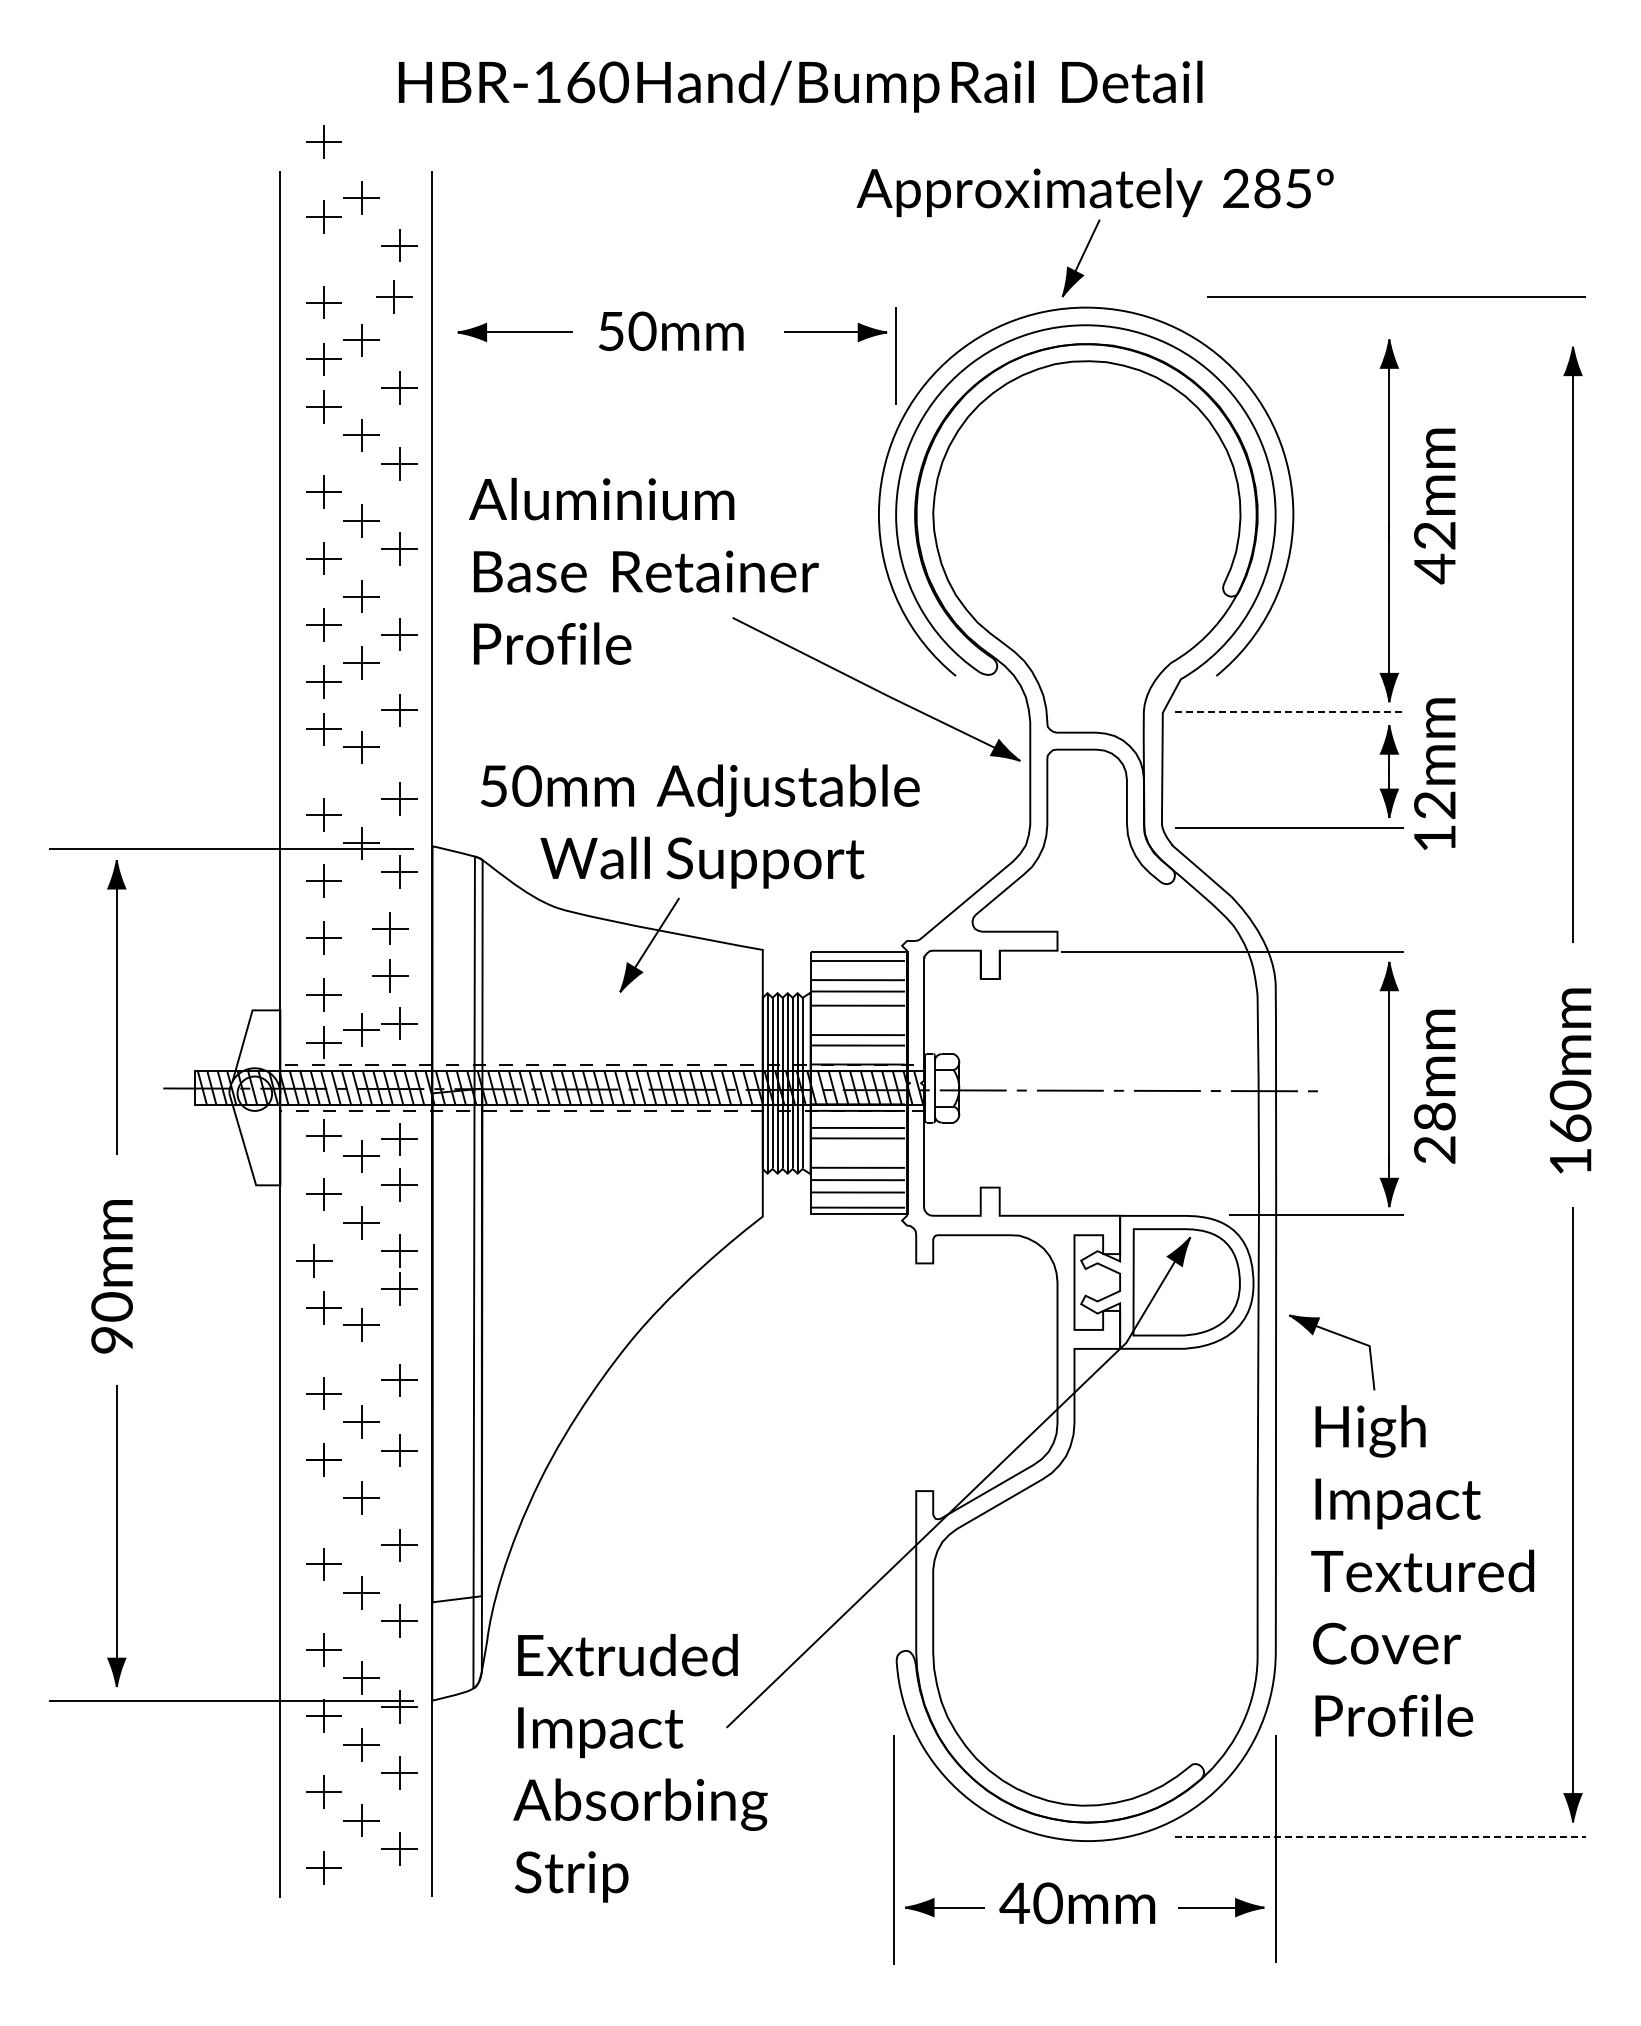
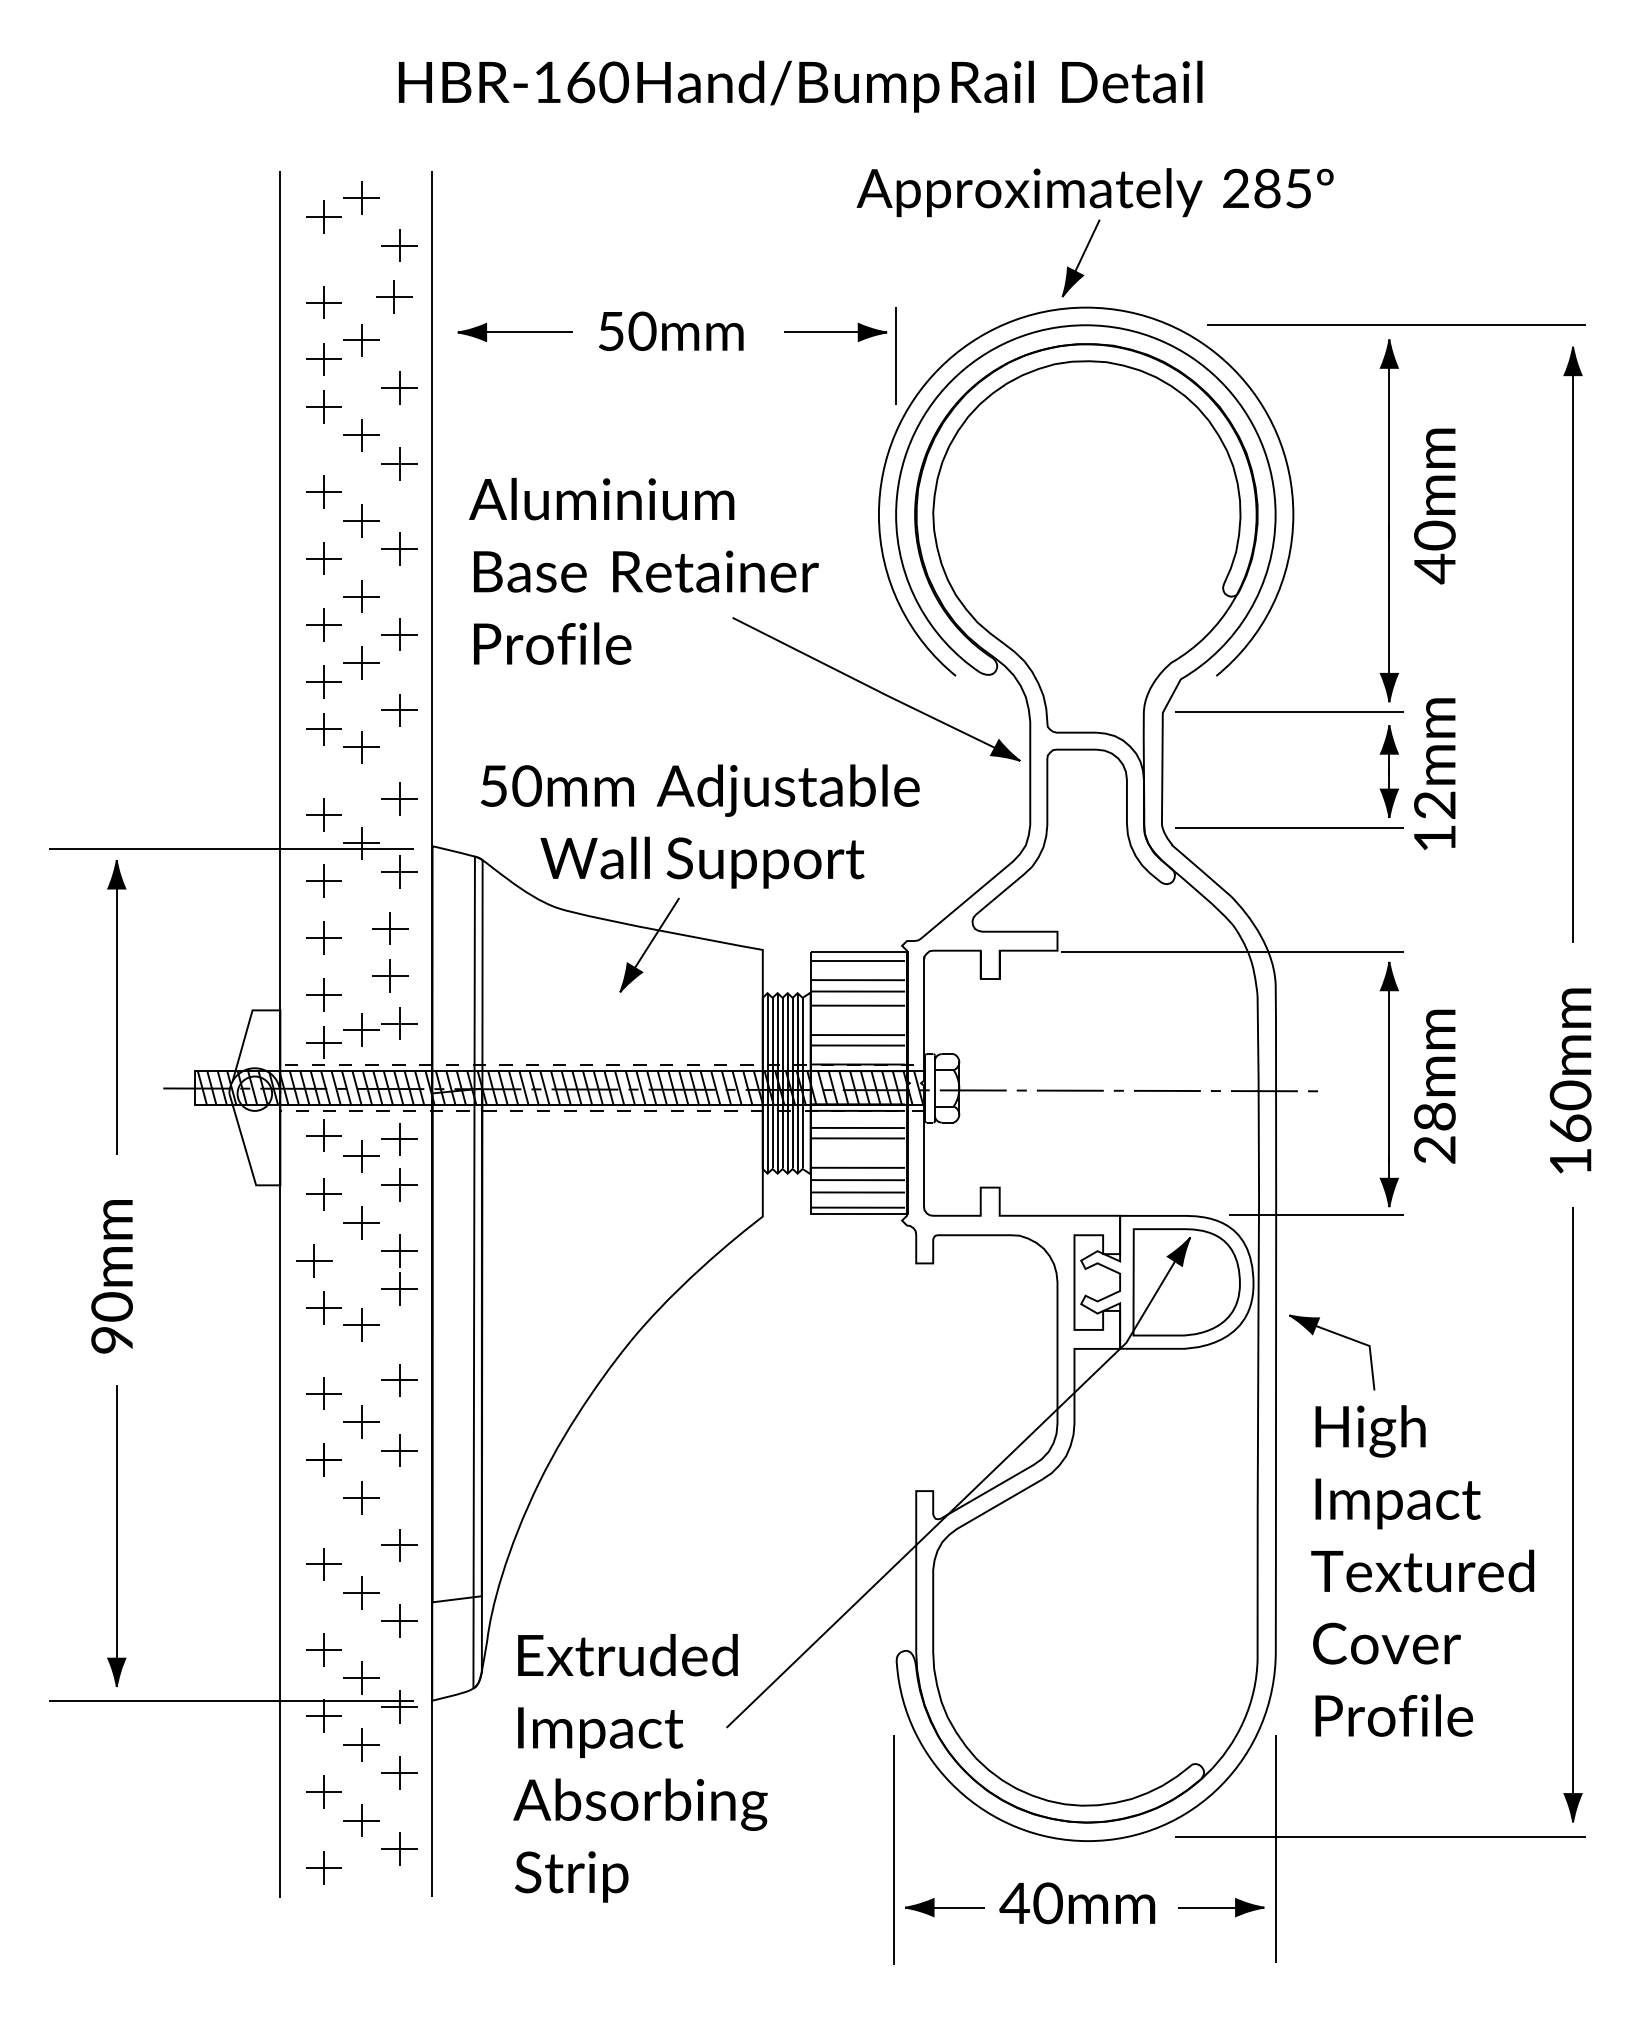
part at (323, 141): present -> none
line at (1396, 296) position: (1396, 296) -> (1396, 324)
text at (1434, 535): 42mm -> 40mm
line at (1289, 712): dashed -> solid
line at (1380, 1837): dashed -> solid
